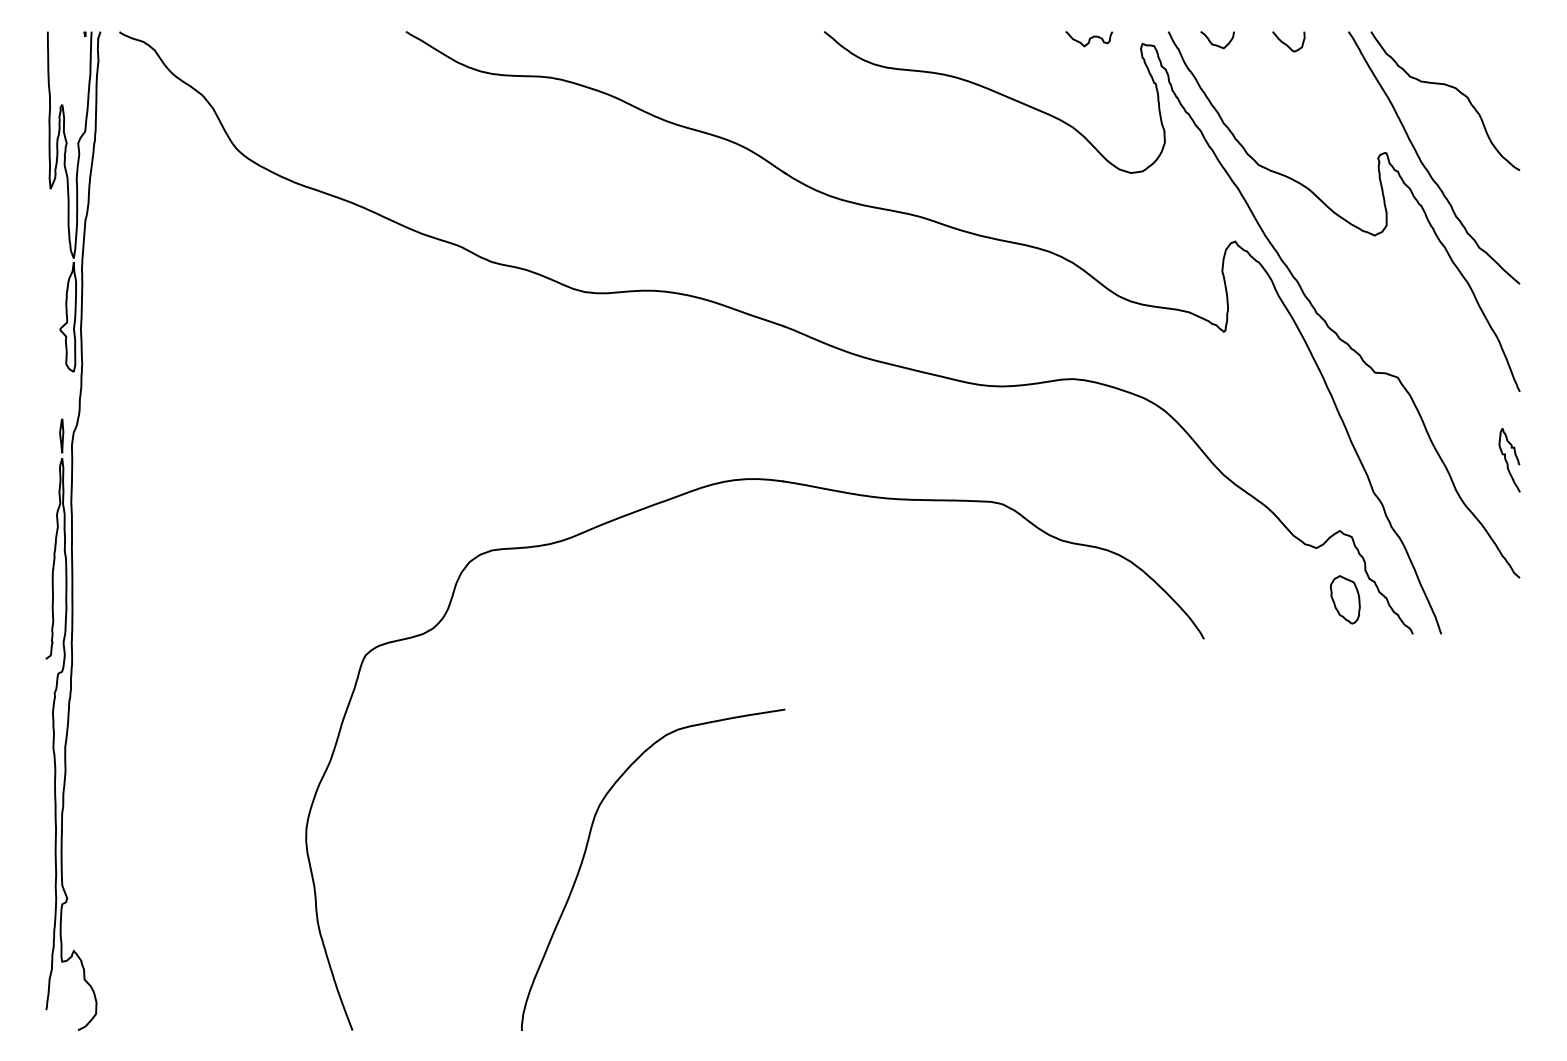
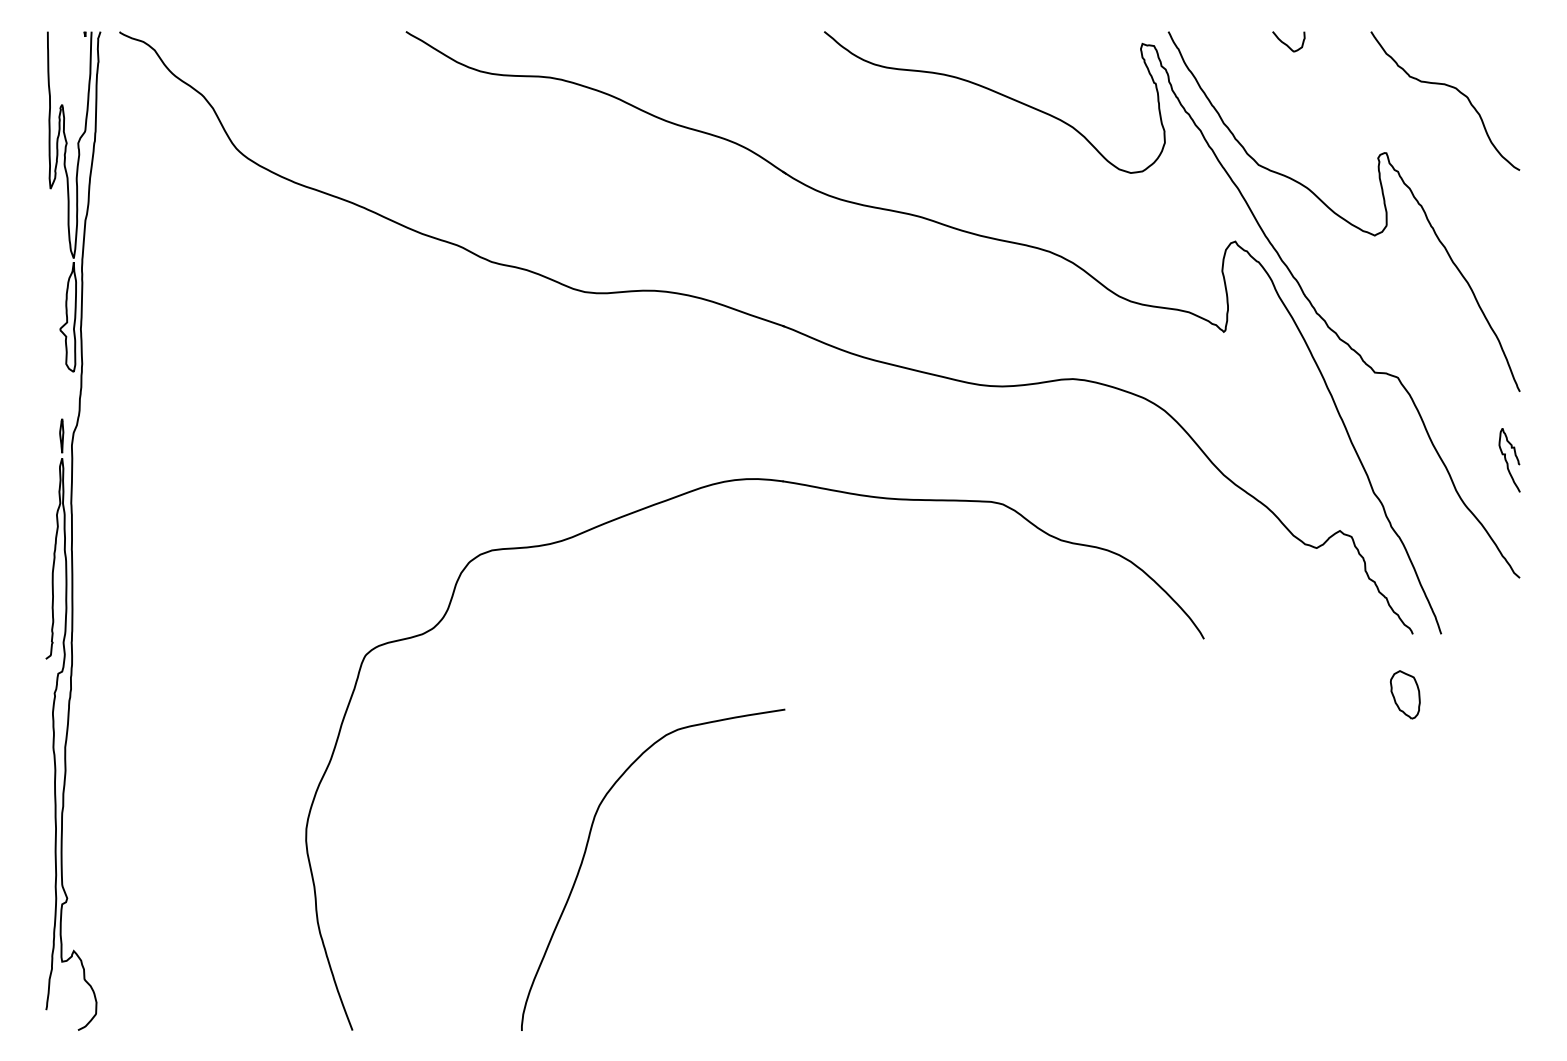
curve at (1088, 39): present -> none
curve at (1217, 44): present -> none
curve at (1424, 164): present -> none
part at (1345, 599) position: (1345, 599) -> (1405, 694)
